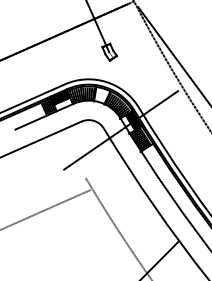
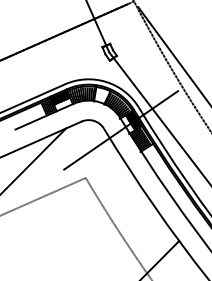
line at (158, 117): none -> present
line at (34, 160): none -> present
line at (46, 208) position: (46, 208) -> (43, 195)
